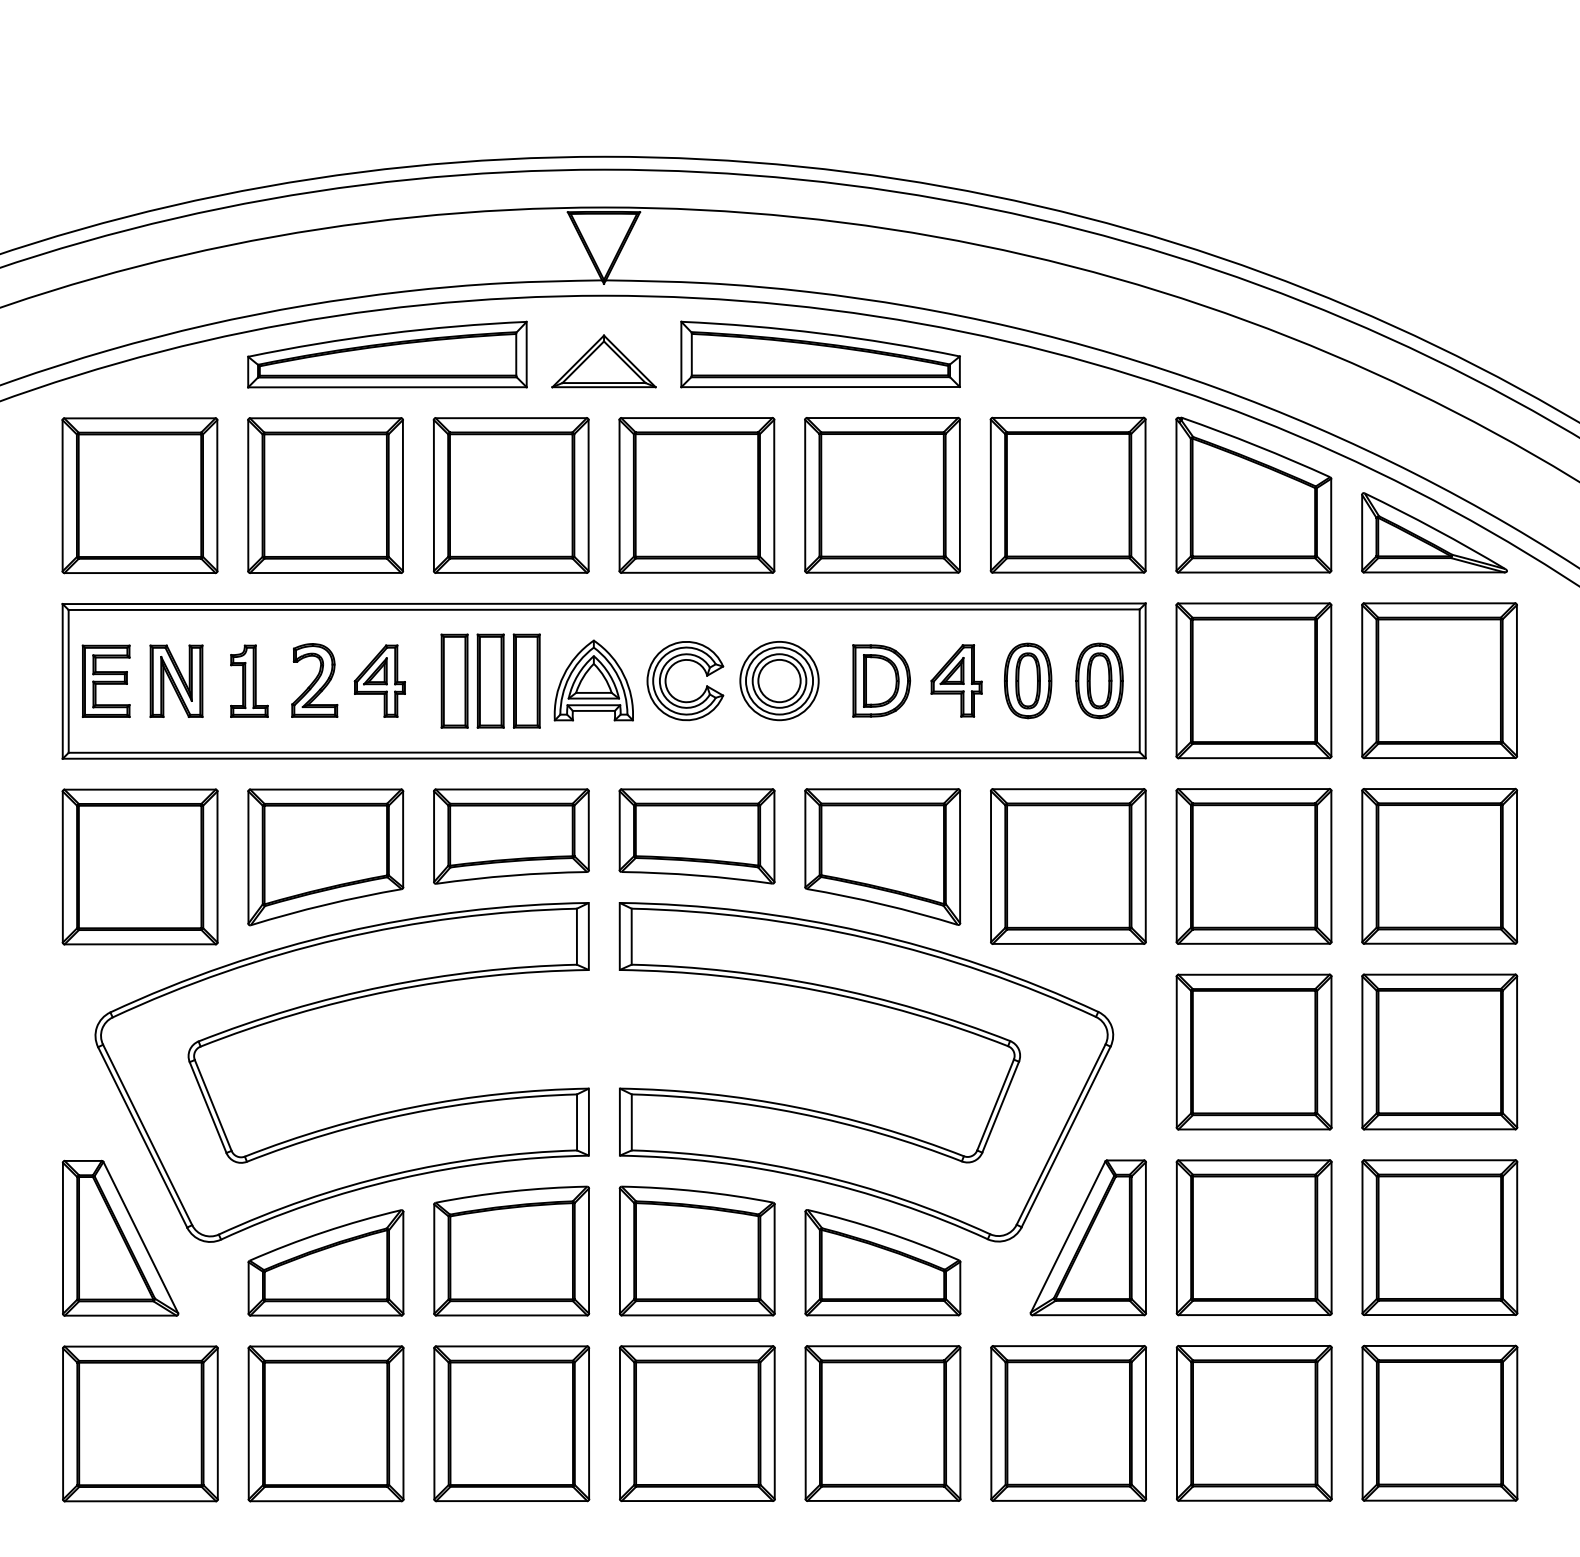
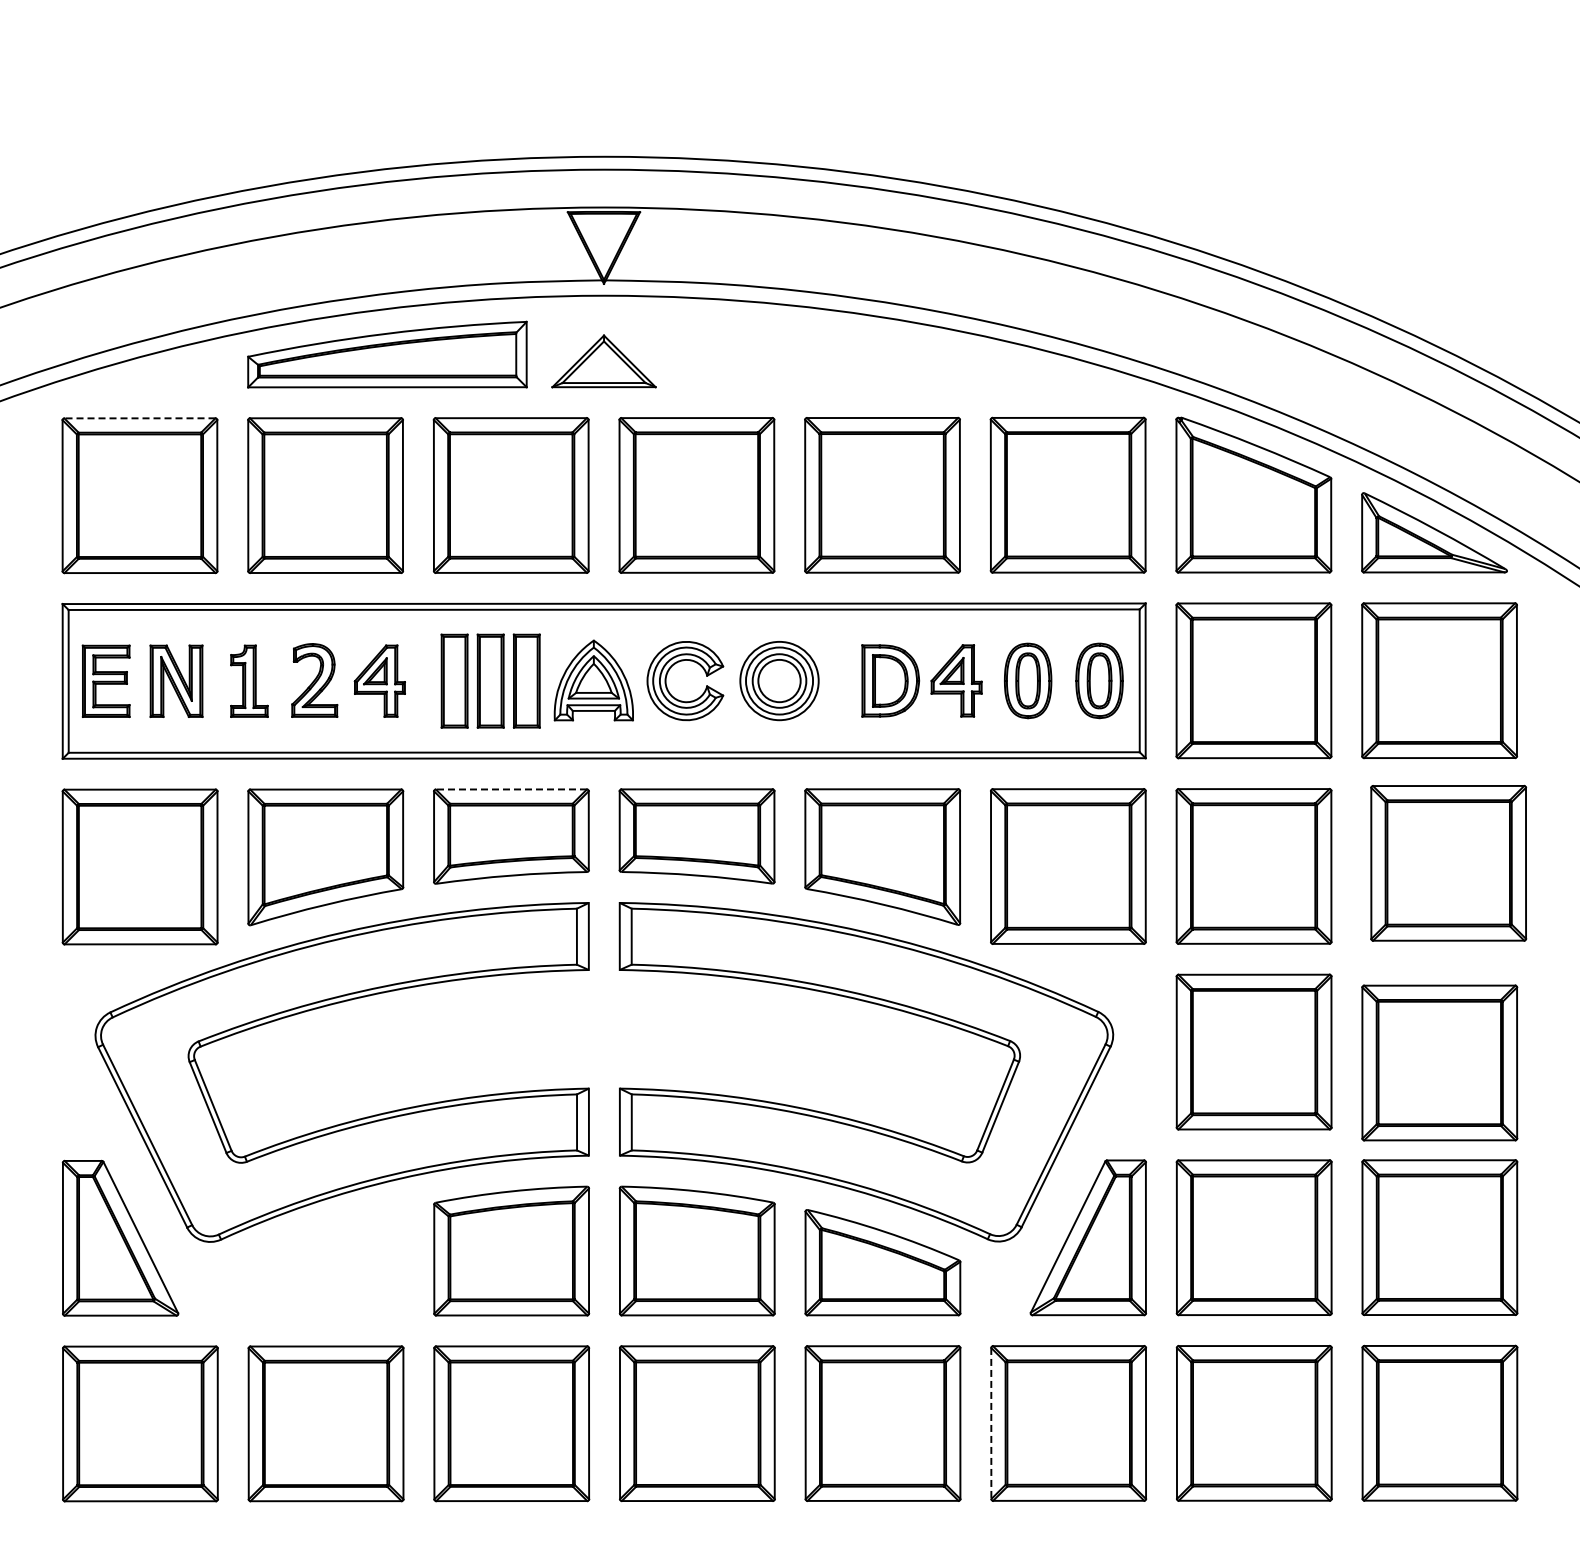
part at (820, 354): present -> none
line at (139, 418): solid -> dashed
part at (881, 680) position: (881, 680) -> (890, 680)
line at (511, 789): solid -> dashed
part at (1439, 865) position: (1439, 865) -> (1448, 862)
part at (1439, 1051) position: (1439, 1051) -> (1439, 1062)
part at (325, 1262): present -> none
line at (991, 1423): solid -> dashed
